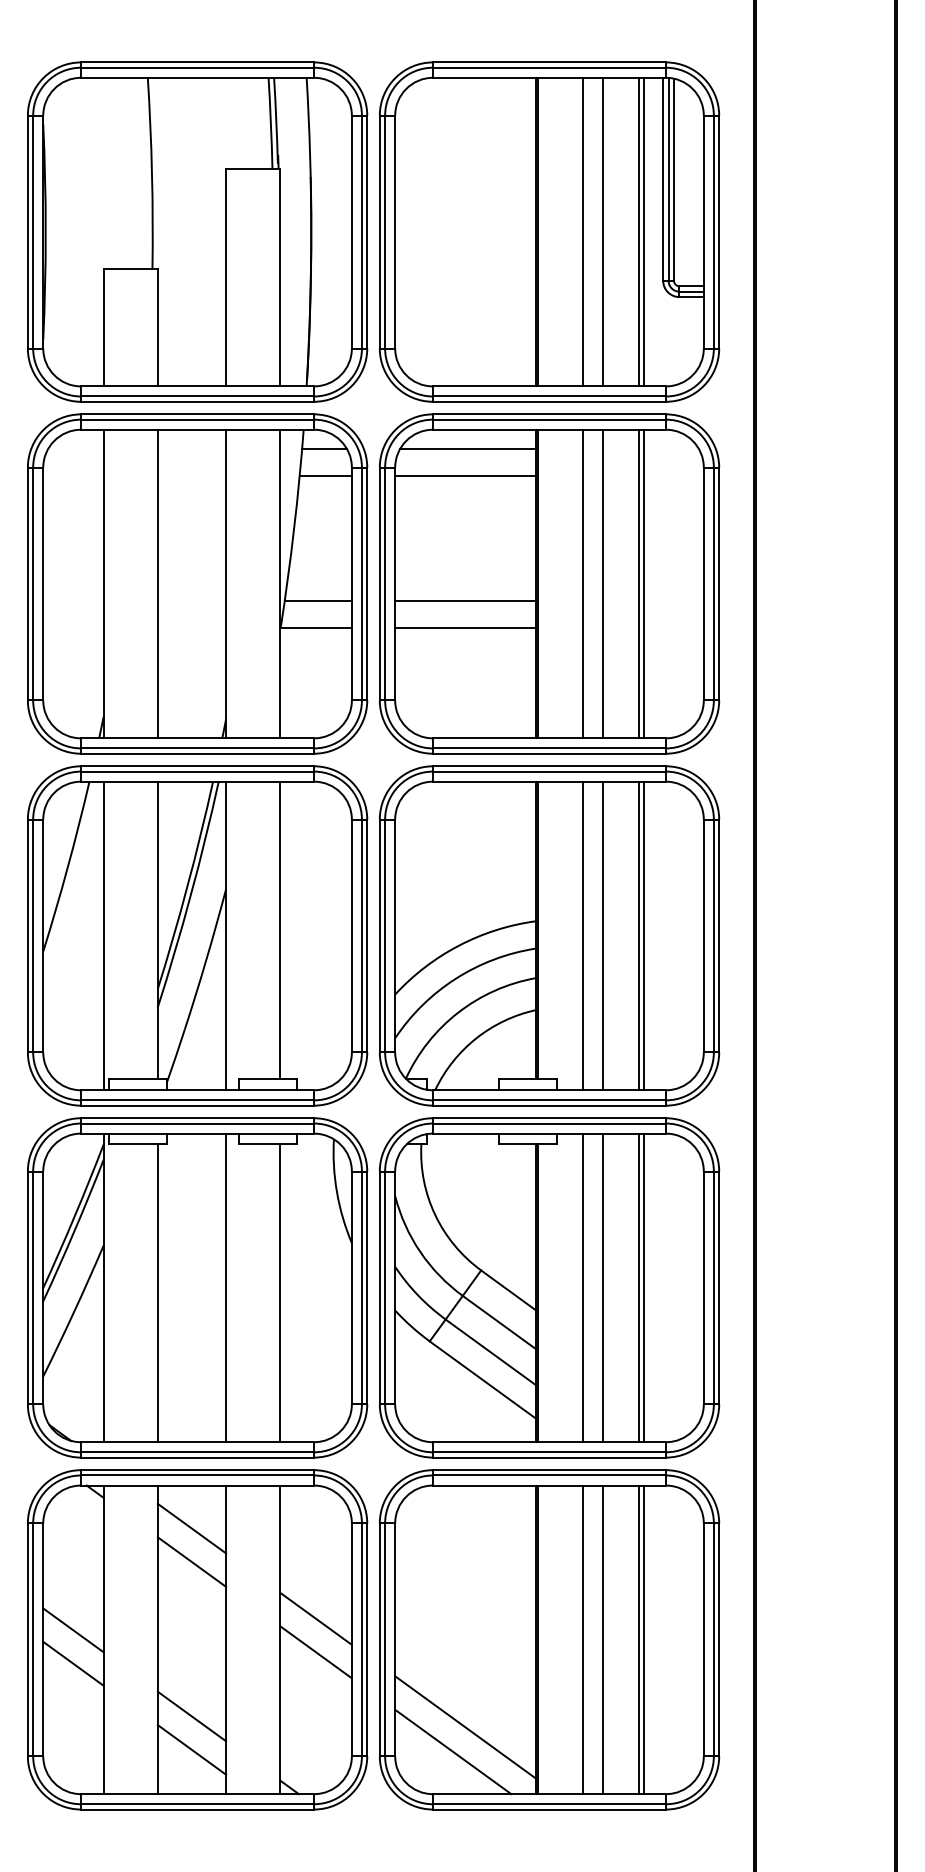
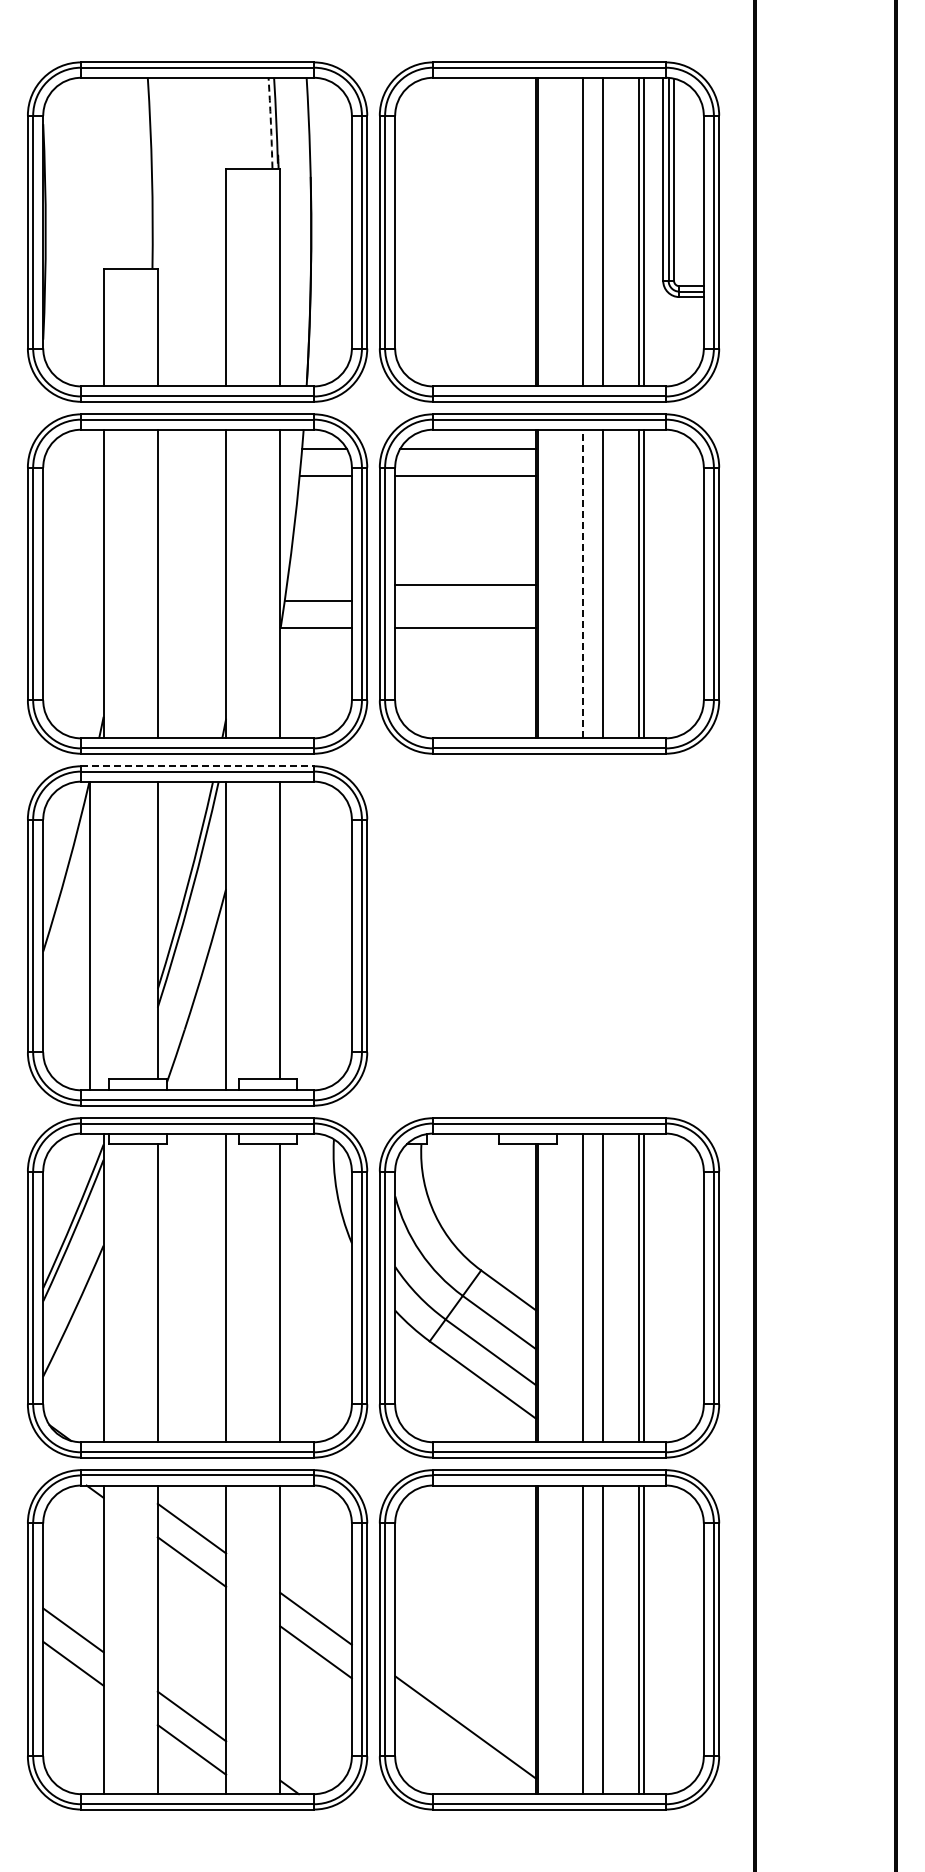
arc at (270, 123): solid -> dashed
line at (582, 583): solid -> dashed
line at (465, 600) position: (465, 600) -> (465, 584)
line at (198, 766): solid -> dashed
line at (103, 935) position: (103, 935) -> (89, 935)
part at (549, 935): present -> none
line at (453, 1751): present -> none
